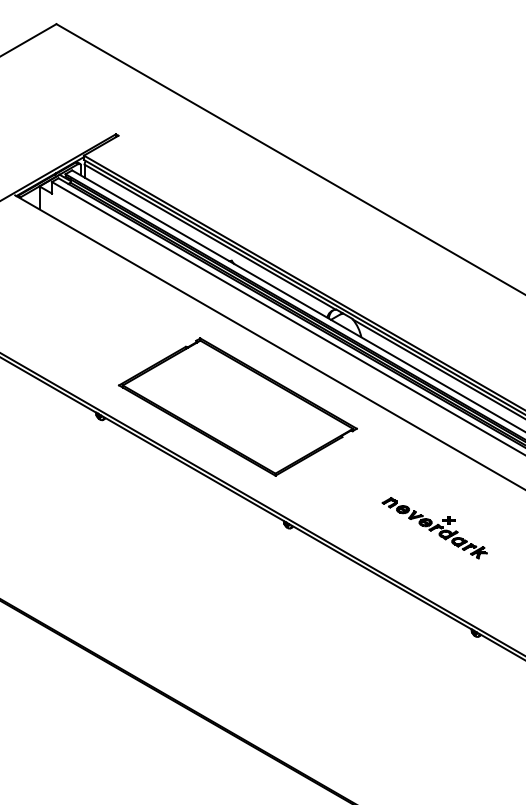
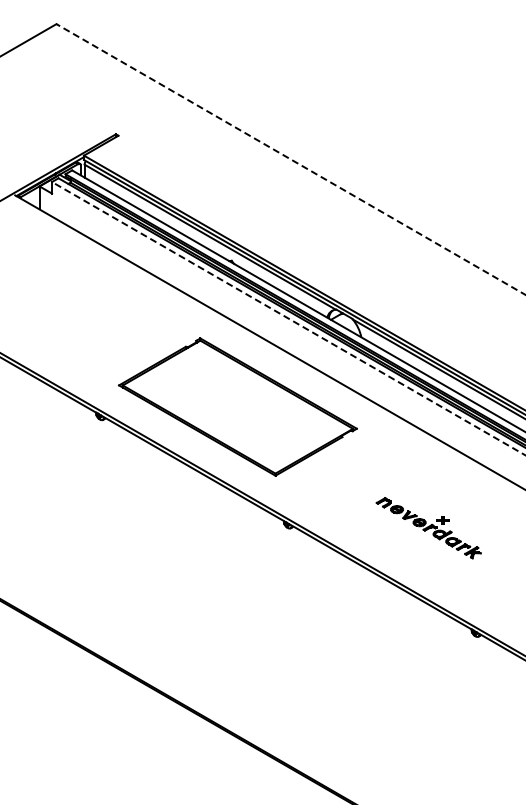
line at (291, 159): solid -> dashed
line at (288, 318): solid -> dashed
part at (434, 528) position: (434, 528) -> (428, 528)
